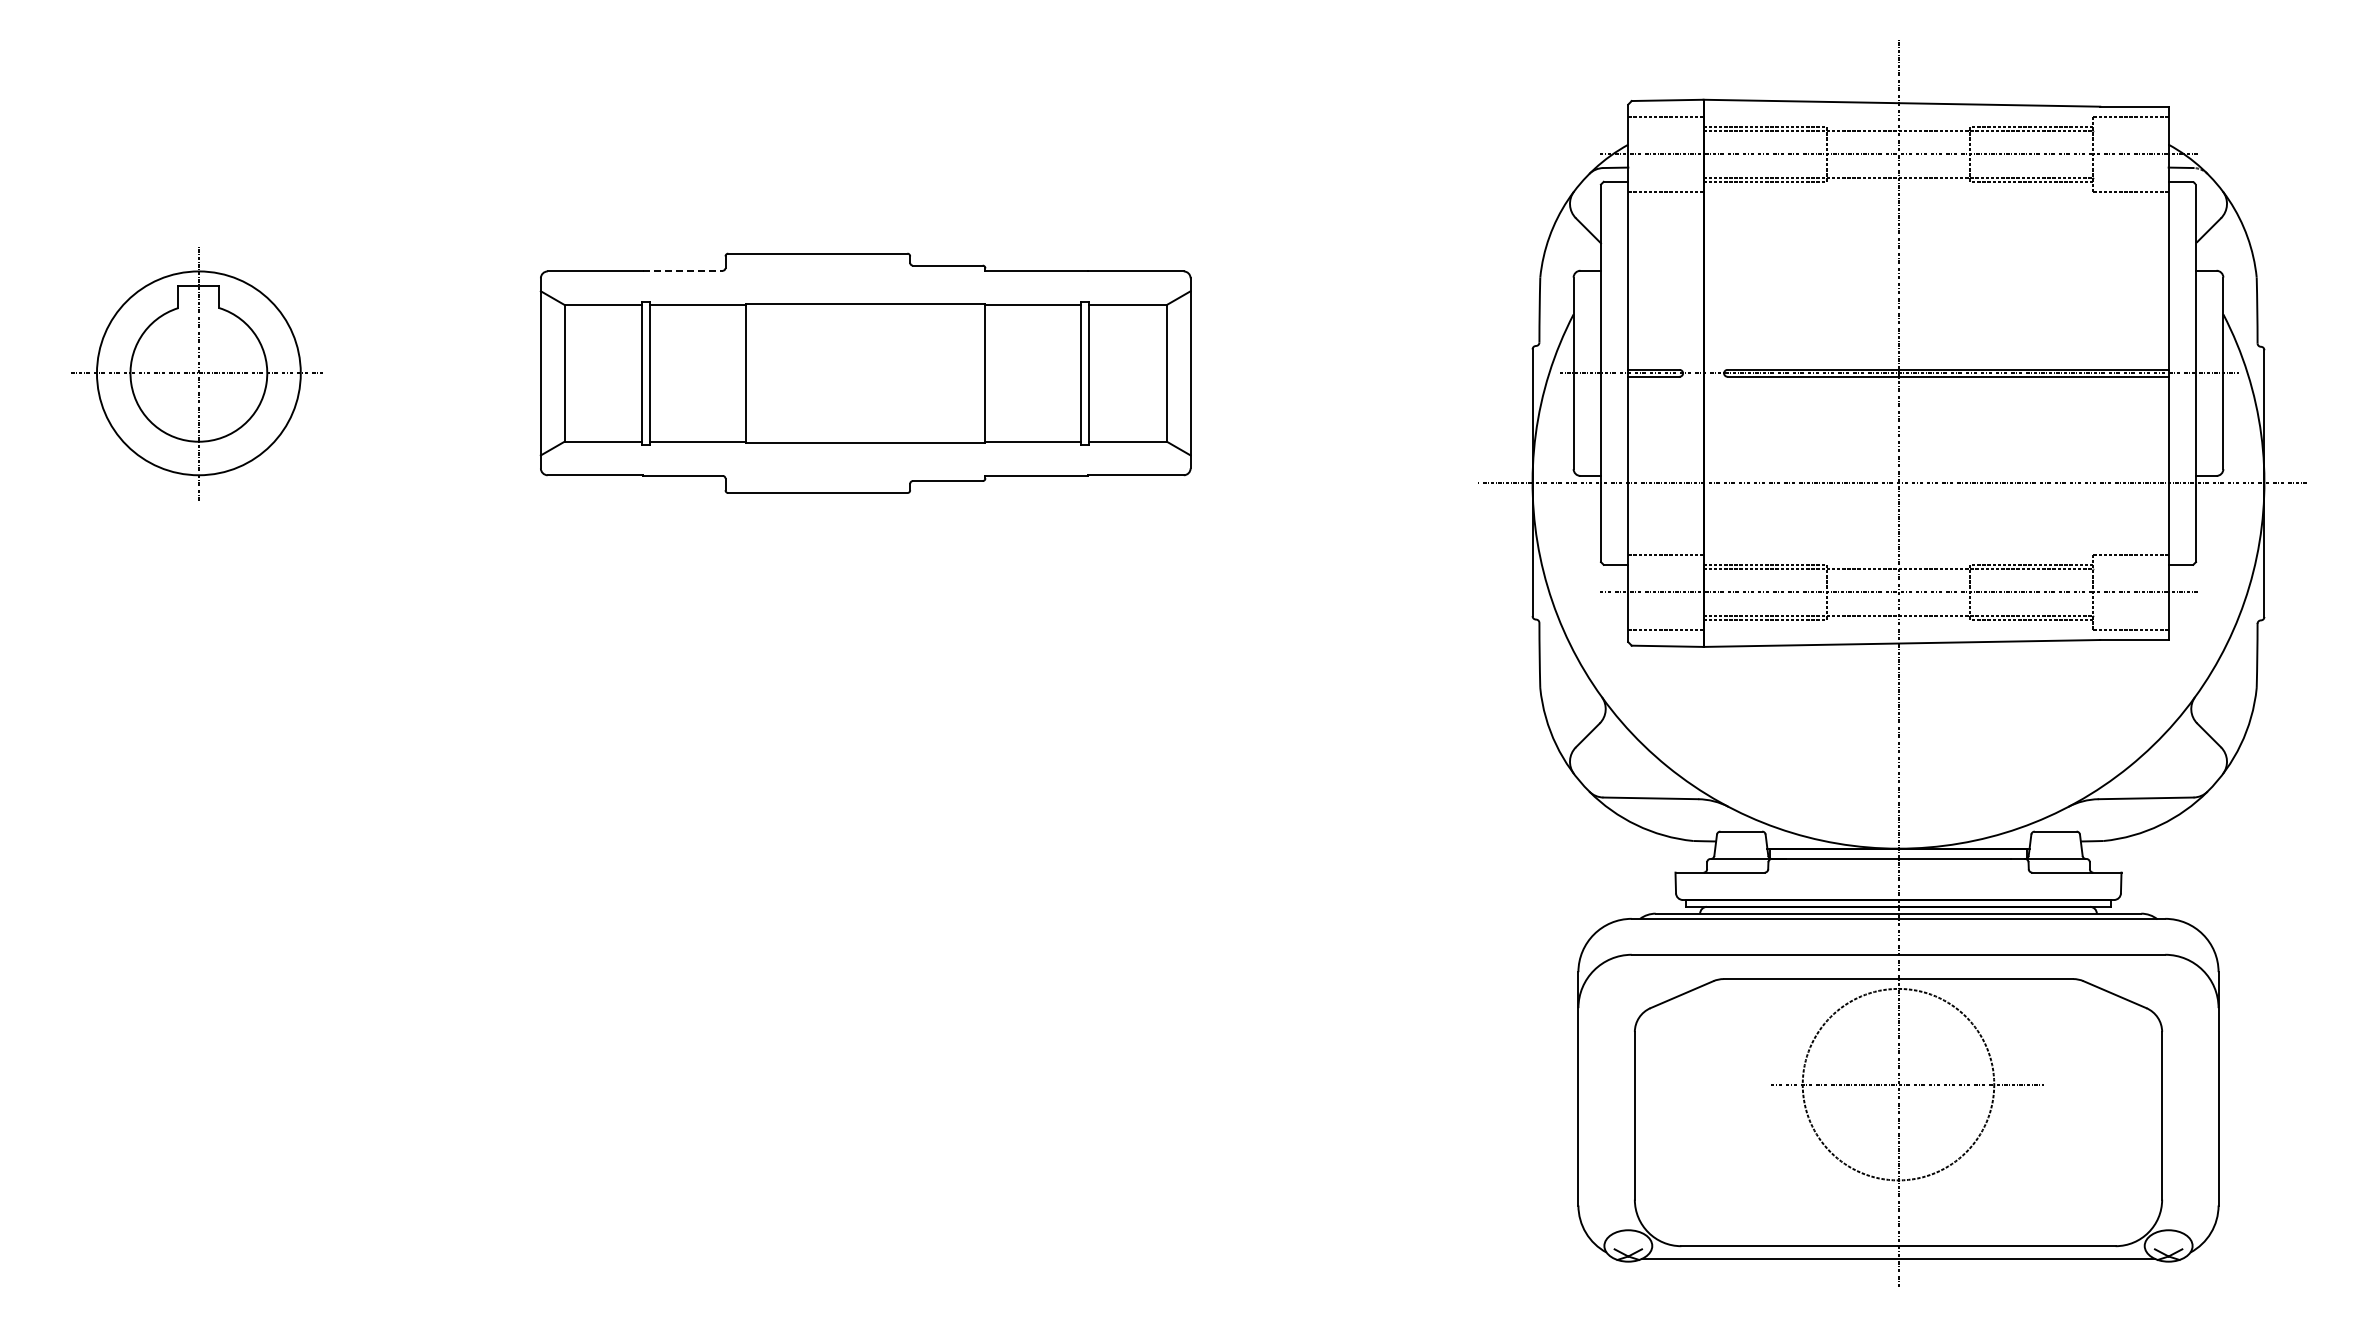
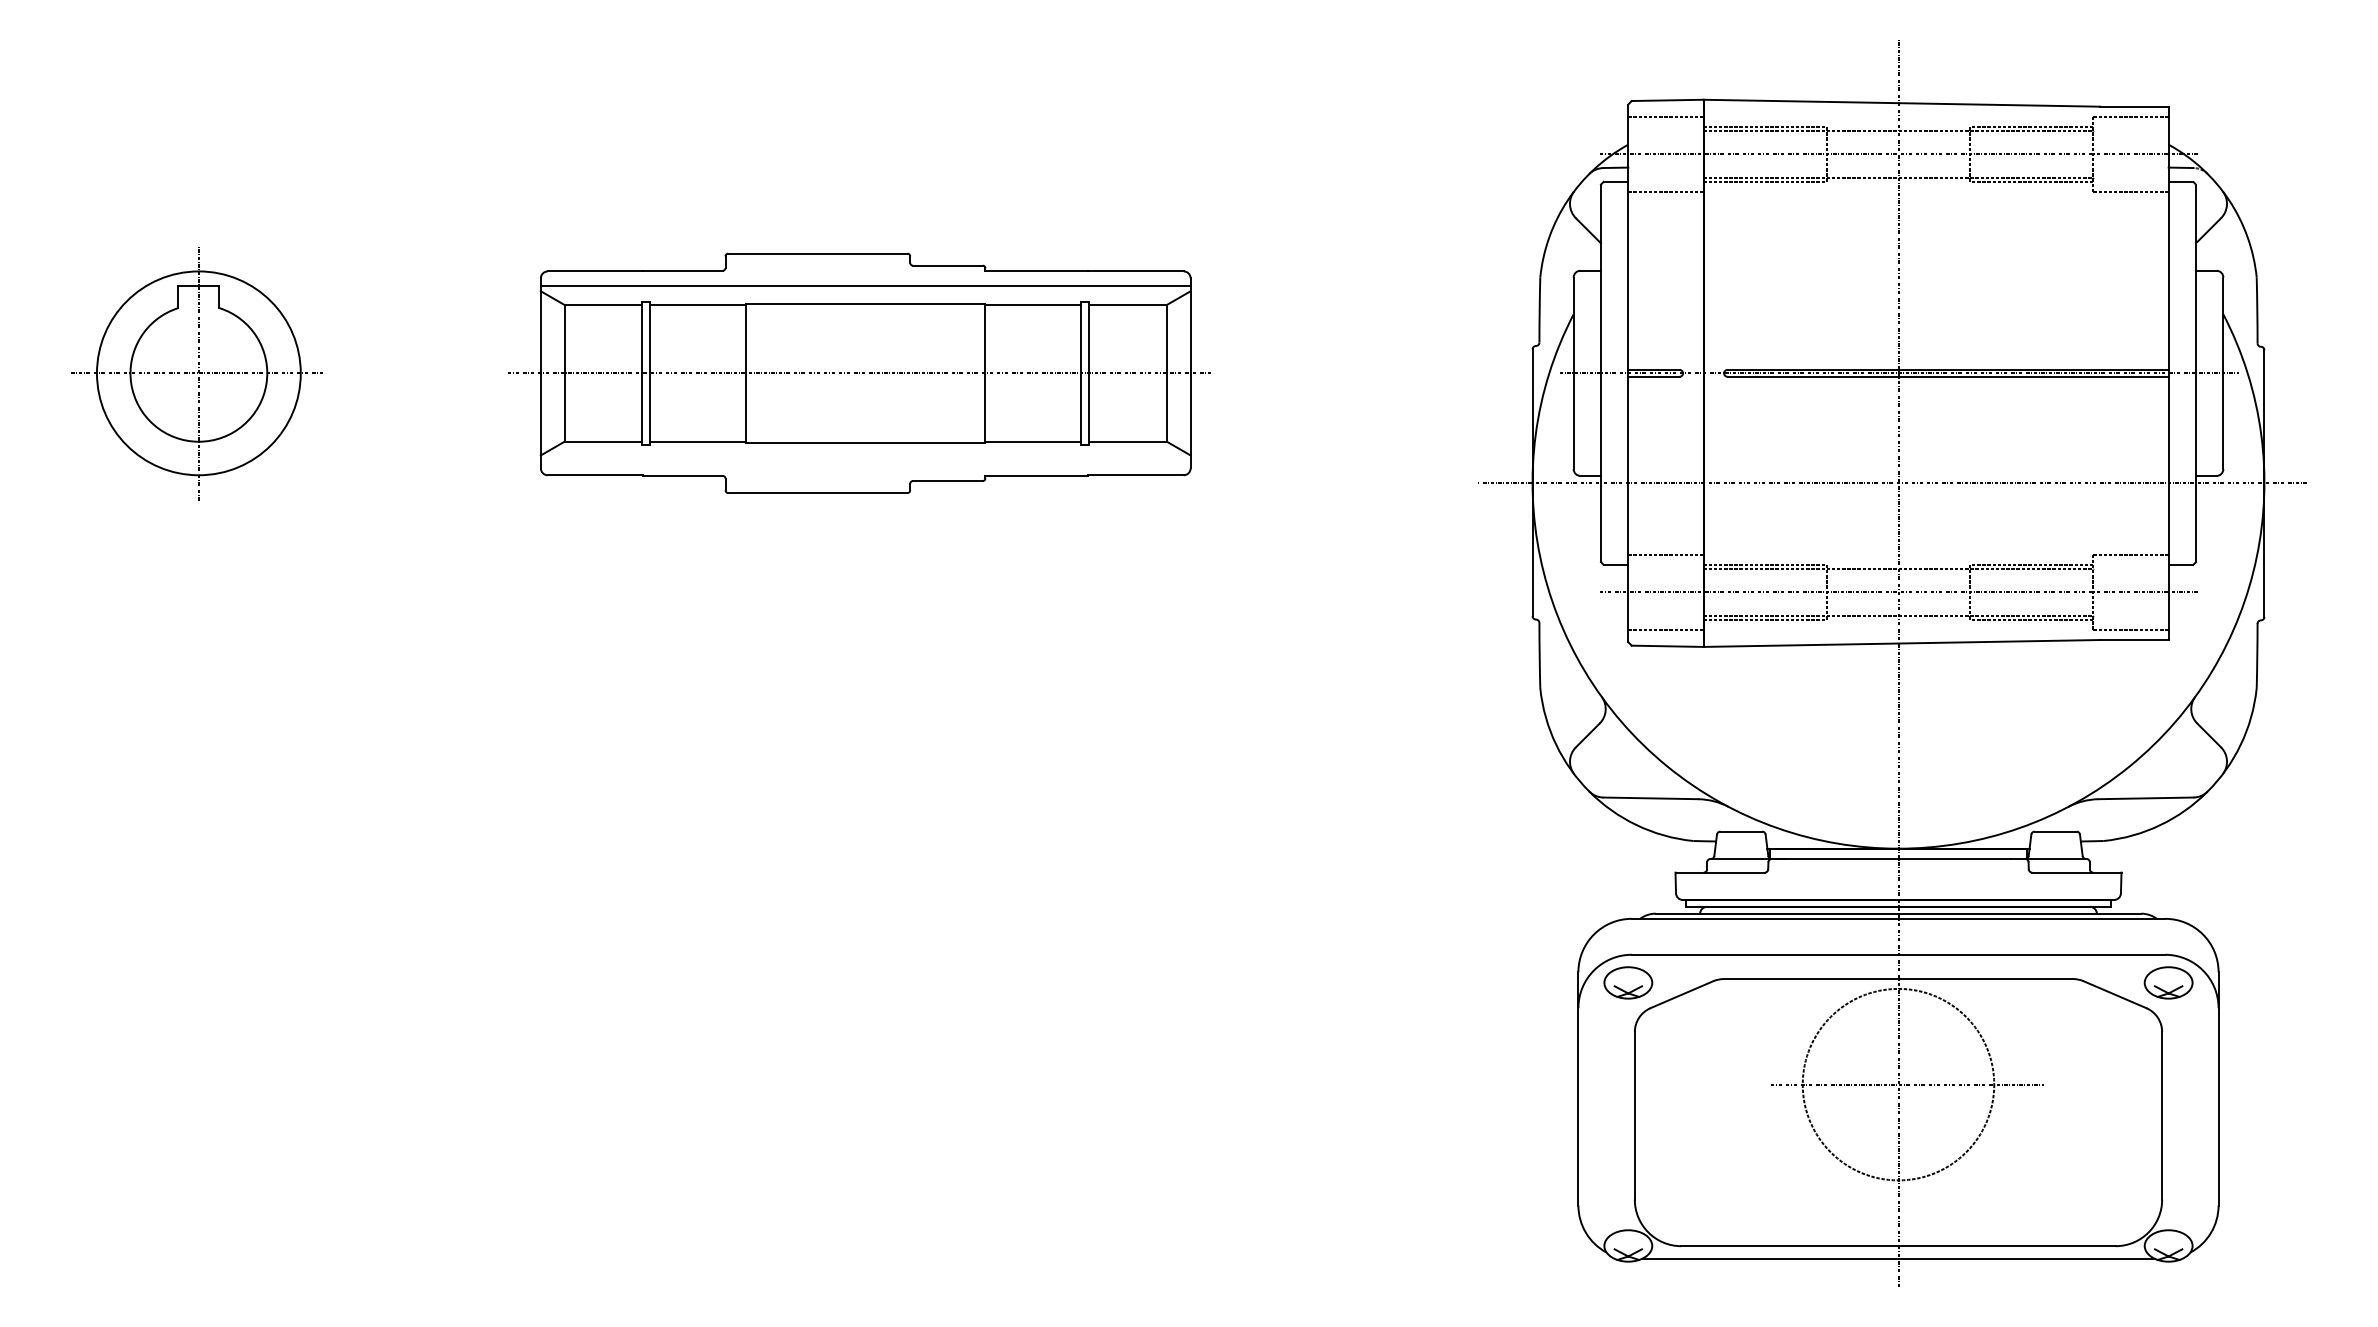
line at (683, 270): dashed -> solid
line at (865, 285): none -> present
line at (858, 373): none -> present
part at (1628, 982): none -> present
part at (2168, 982): none -> present
